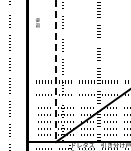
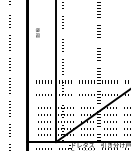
text at (37, 22) position: (37, 22) -> (37, 32)
line at (56, 71): dashed -> solid
